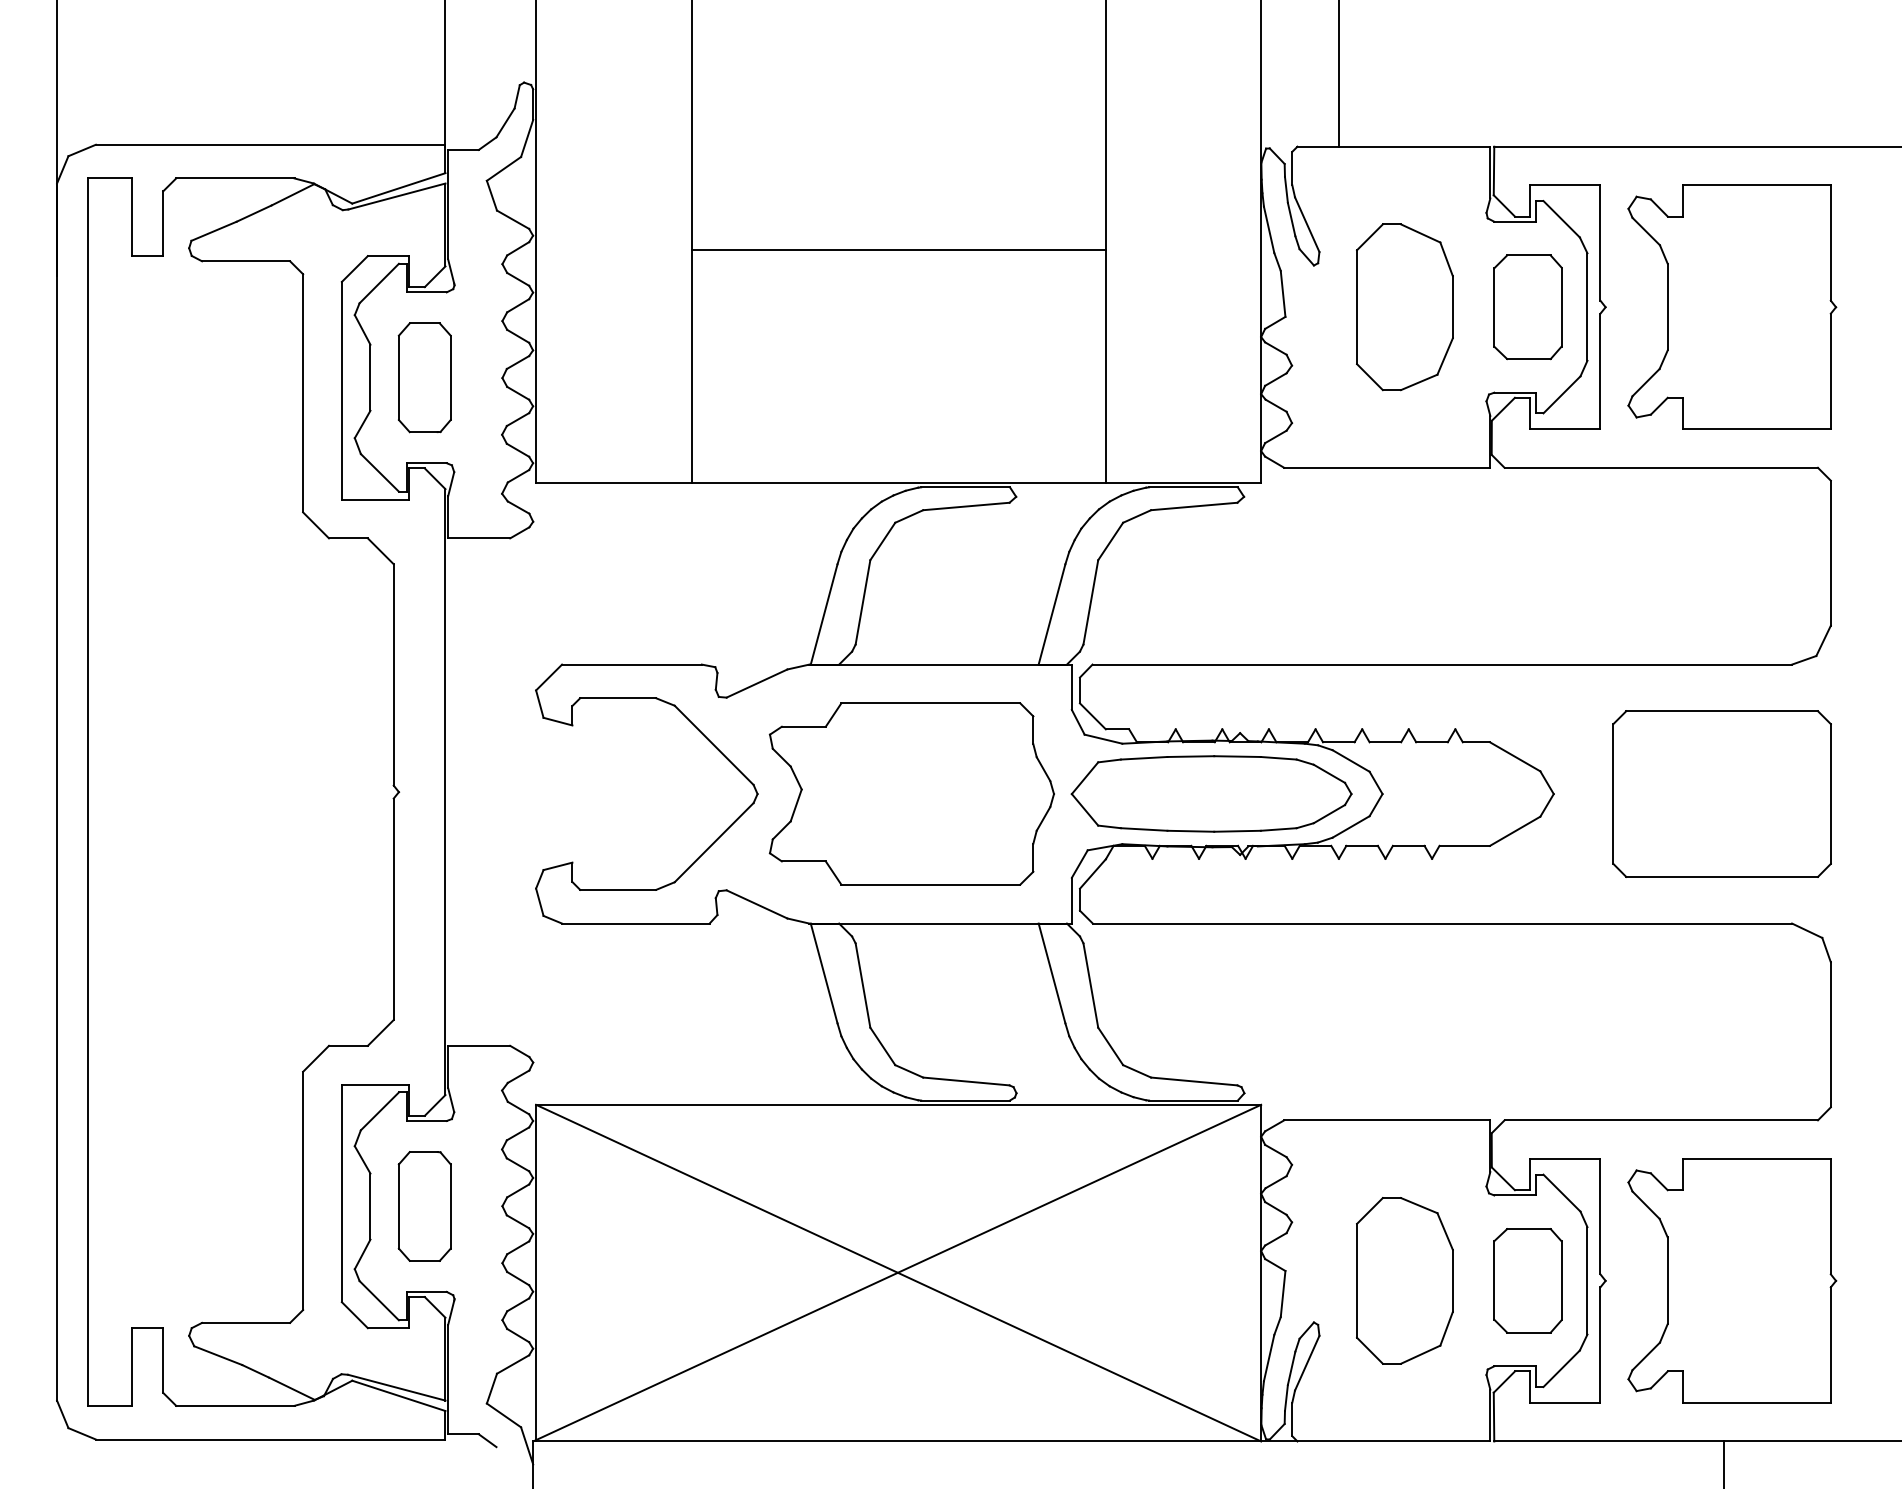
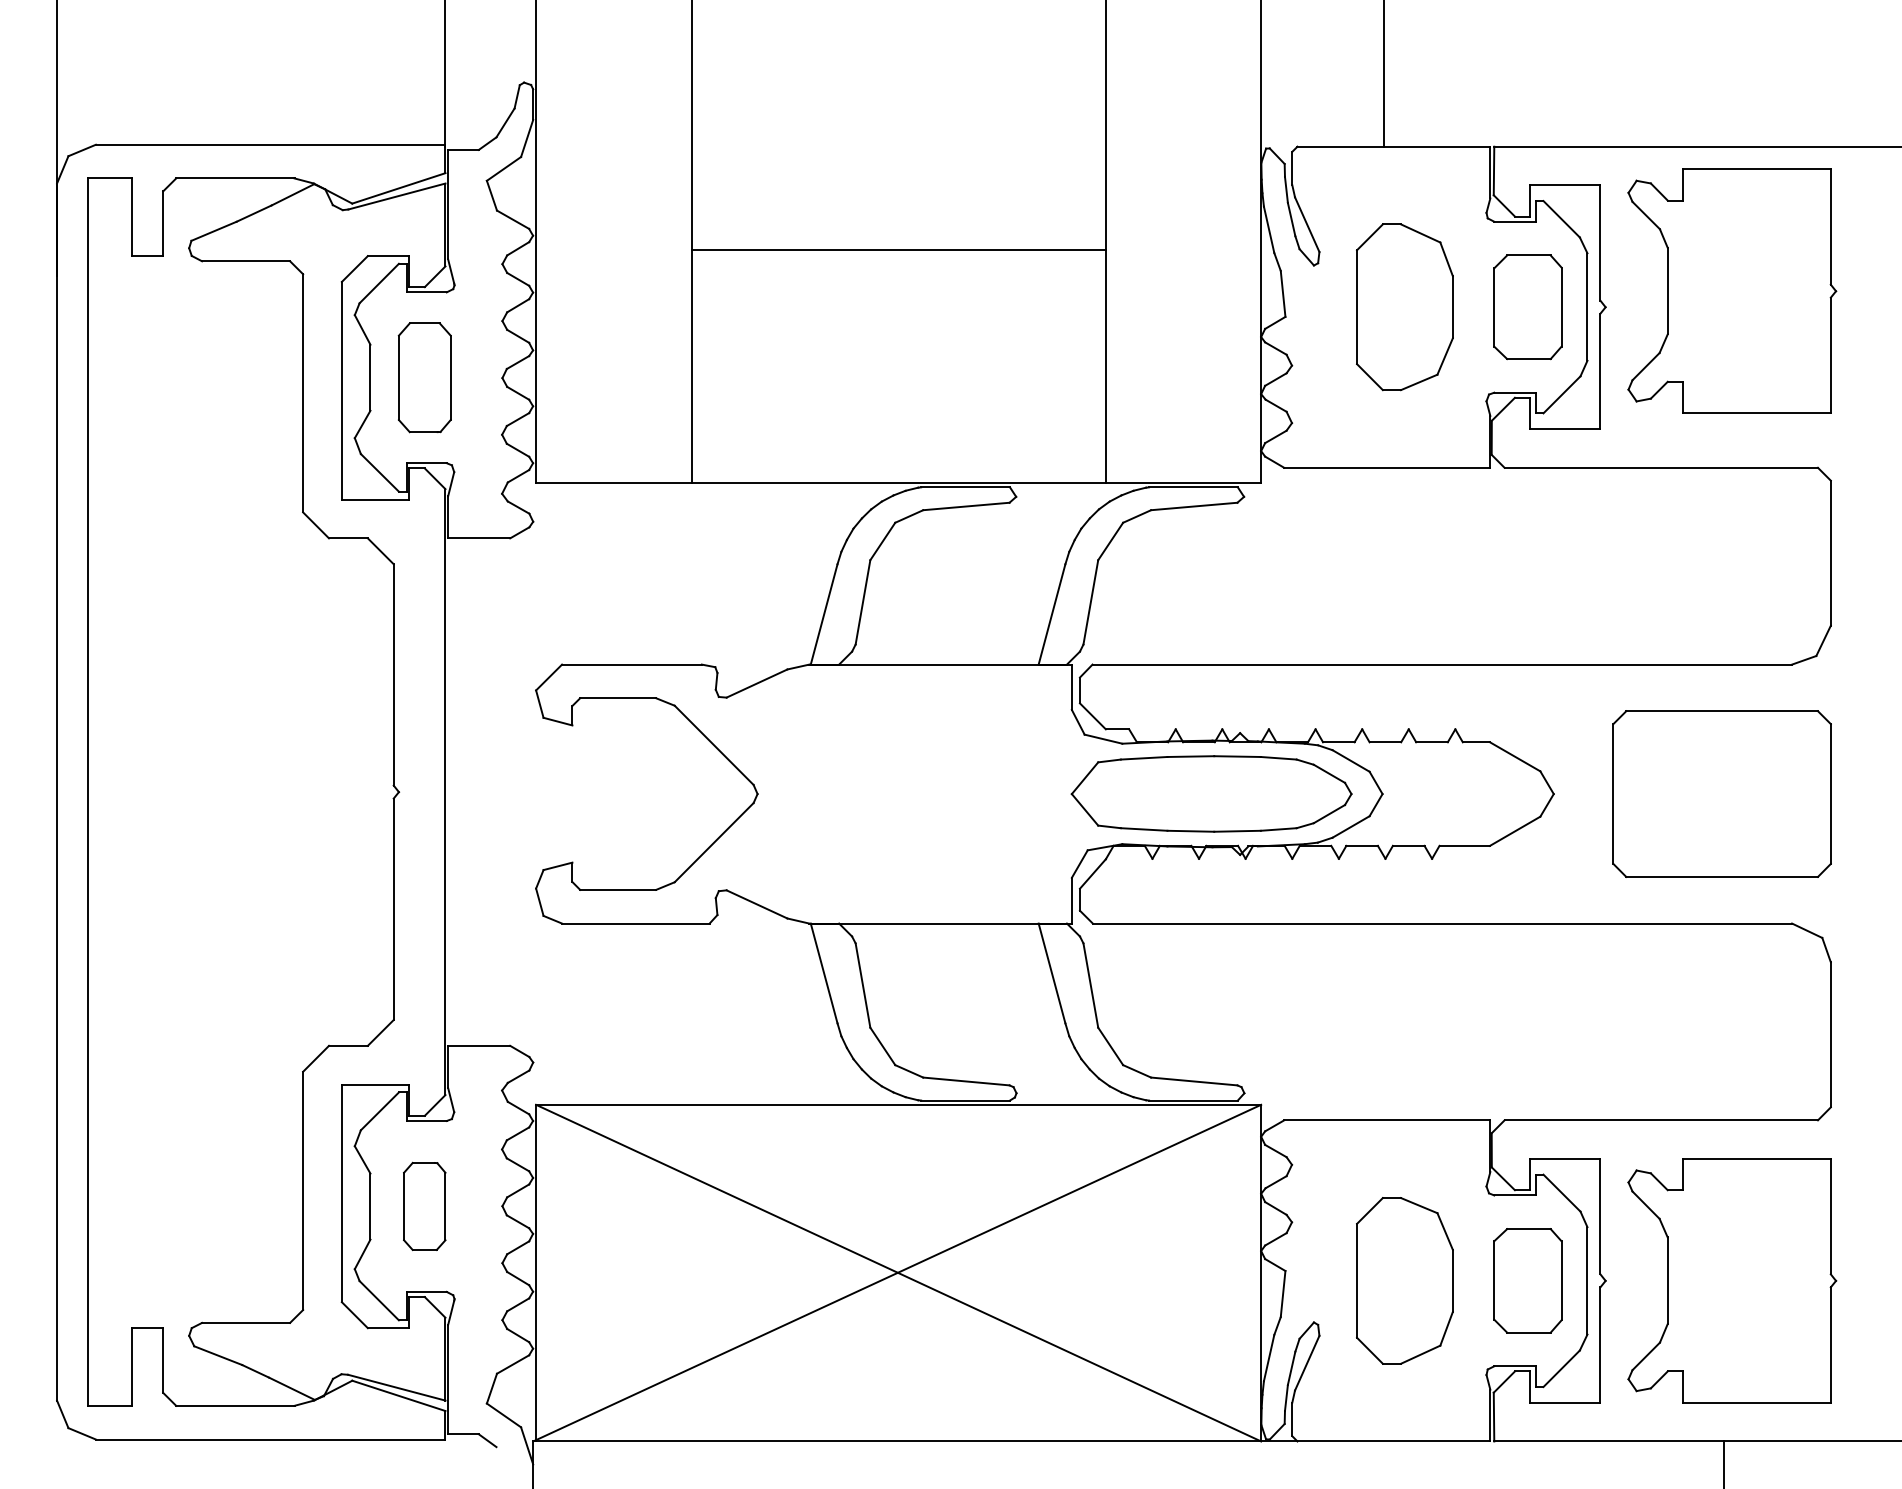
line at (1338, 74) position: (1338, 74) -> (1383, 74)
part at (1732, 306) position: (1732, 306) -> (1732, 290)
part at (911, 793): present -> none
part at (424, 1206) size: 55x111 px -> 44x90 px
